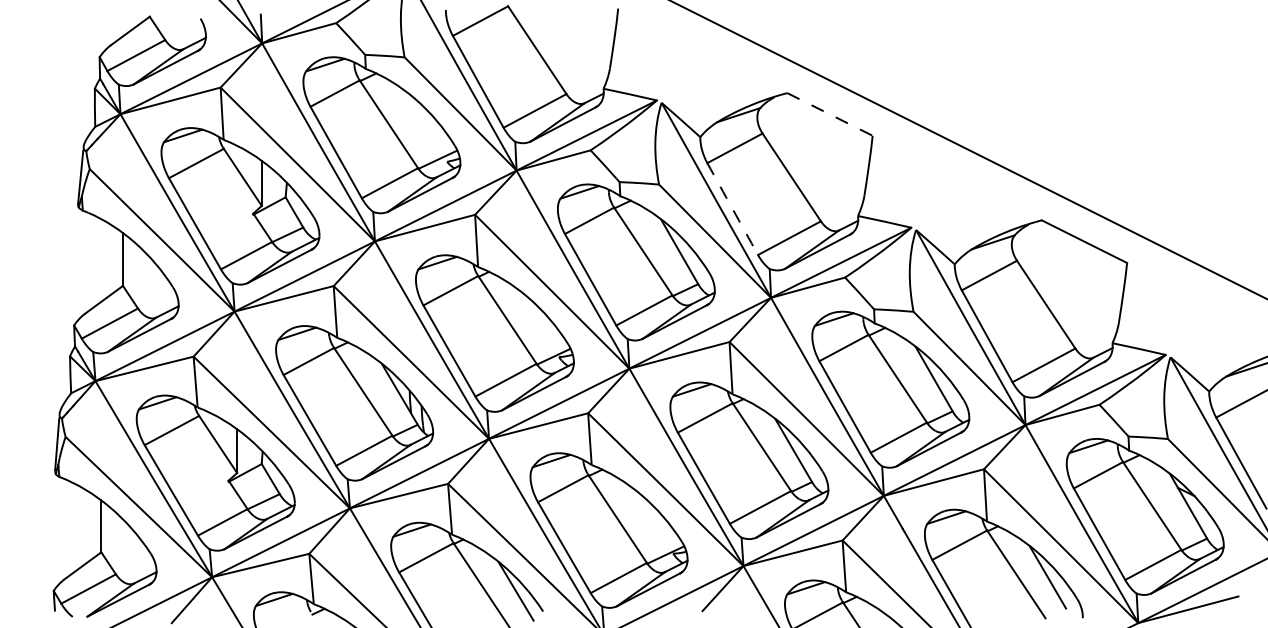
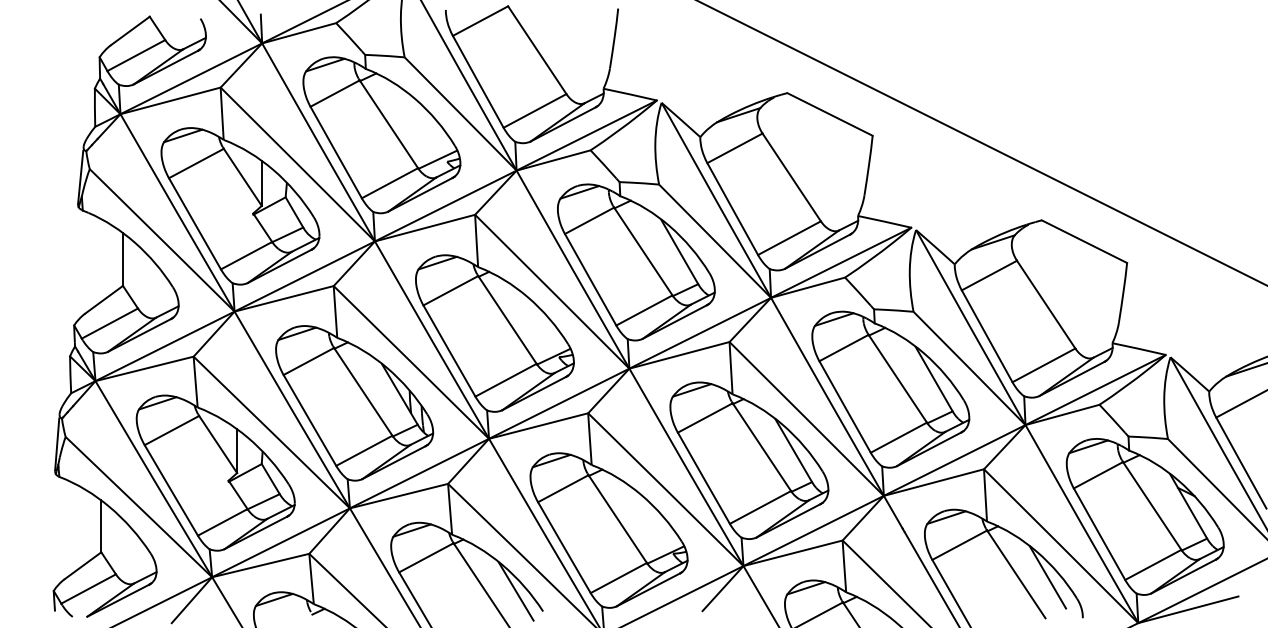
line at (830, 114): dashed -> solid
line at (968, 149) position: (968, 149) -> (981, 143)
arc at (732, 209): dashed -> solid
